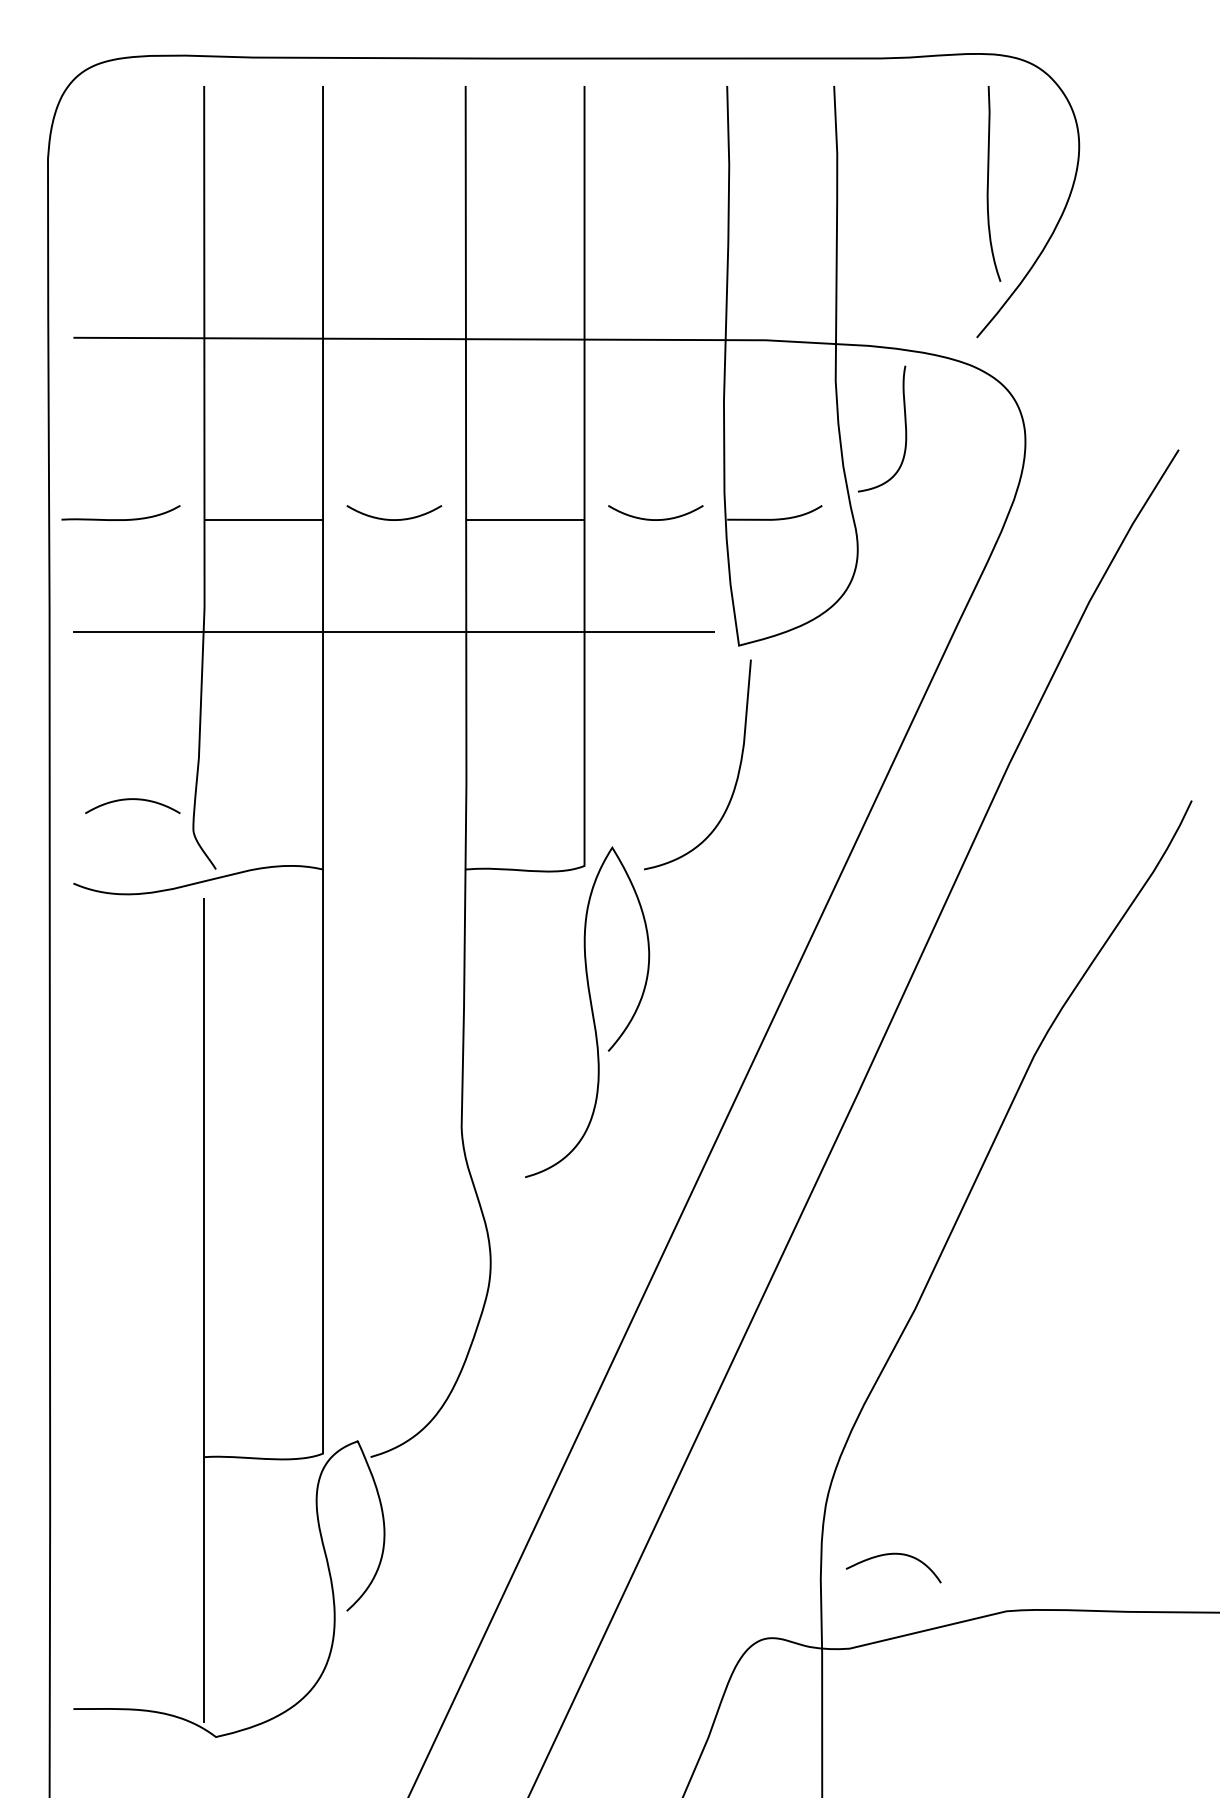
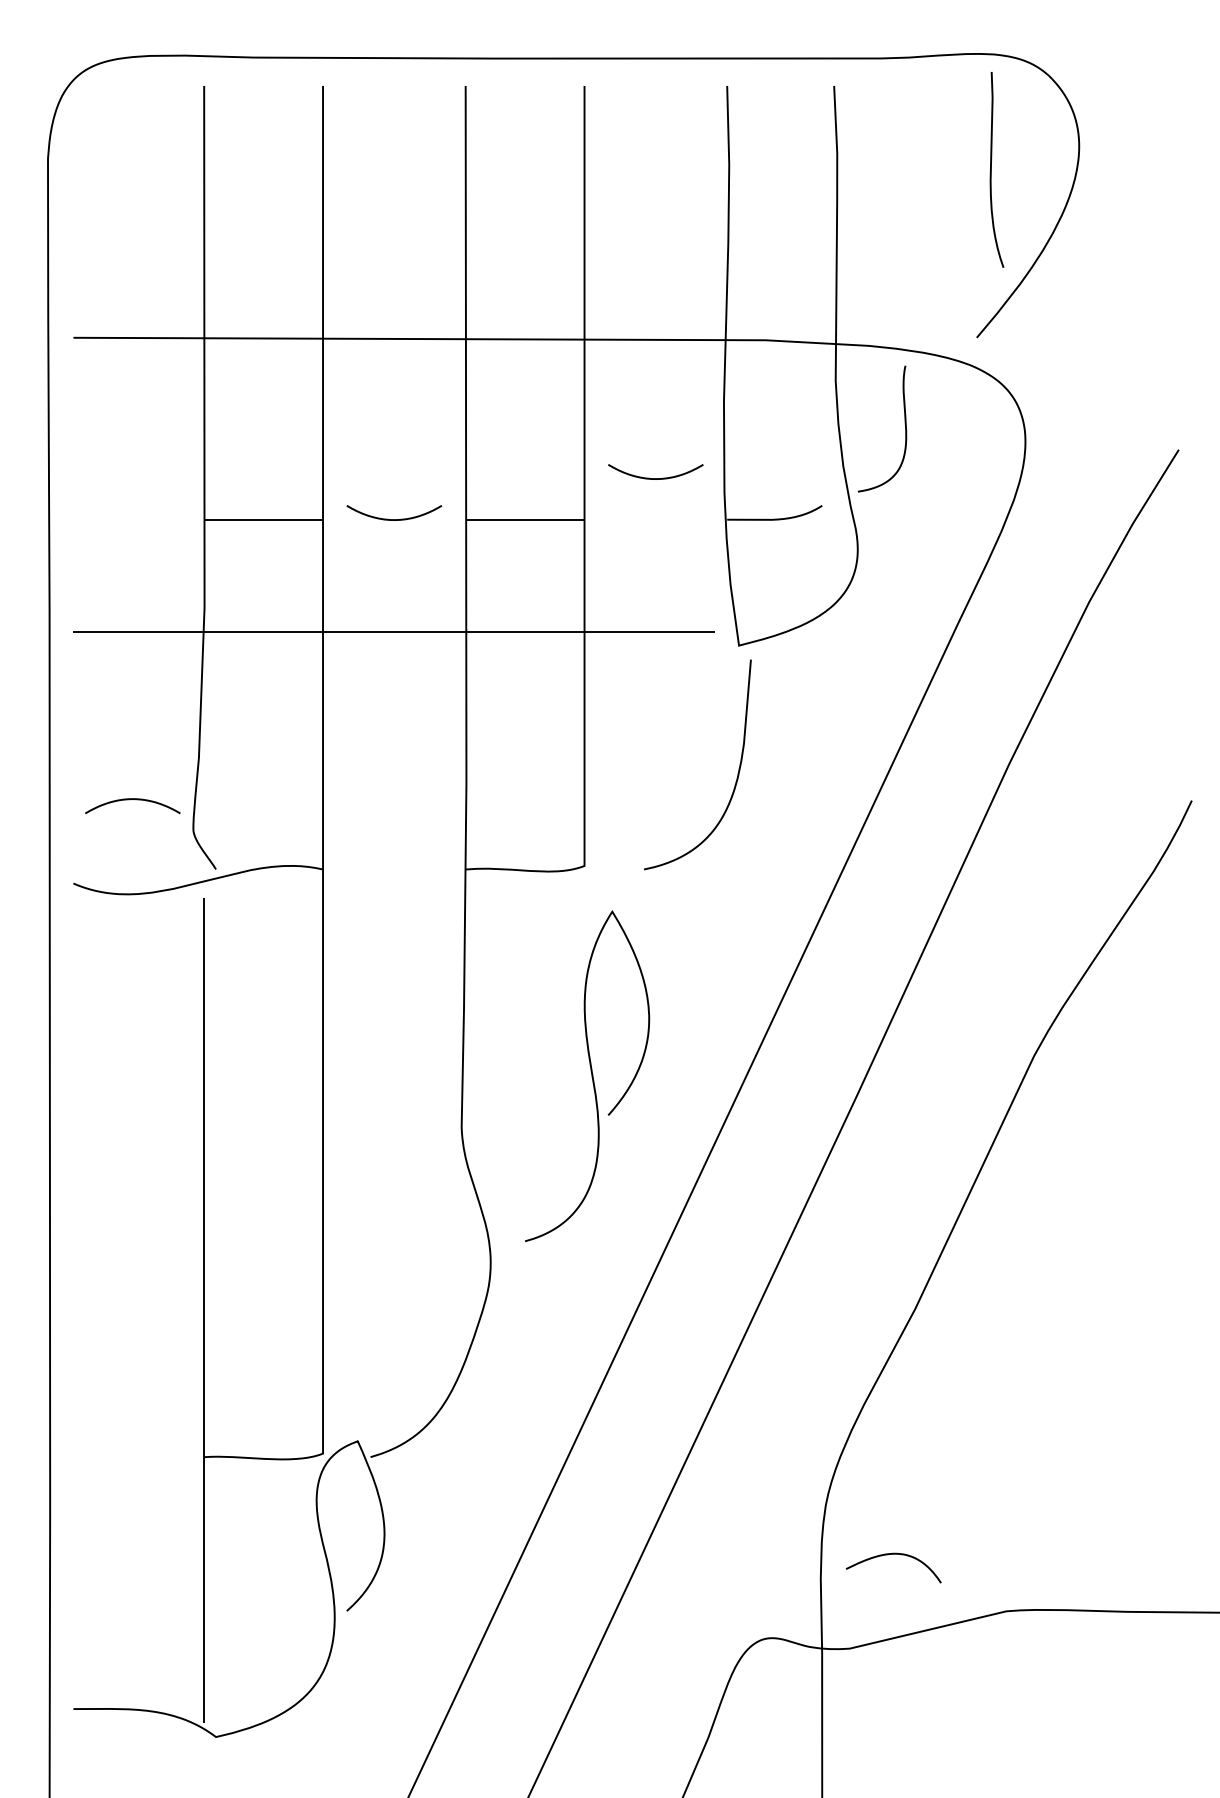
curve at (988, 183) position: (988, 183) -> (991, 169)
curve at (120, 519): present -> none
curve at (655, 519) position: (655, 519) -> (655, 478)
curve at (591, 1012) position: (591, 1012) -> (591, 1076)
